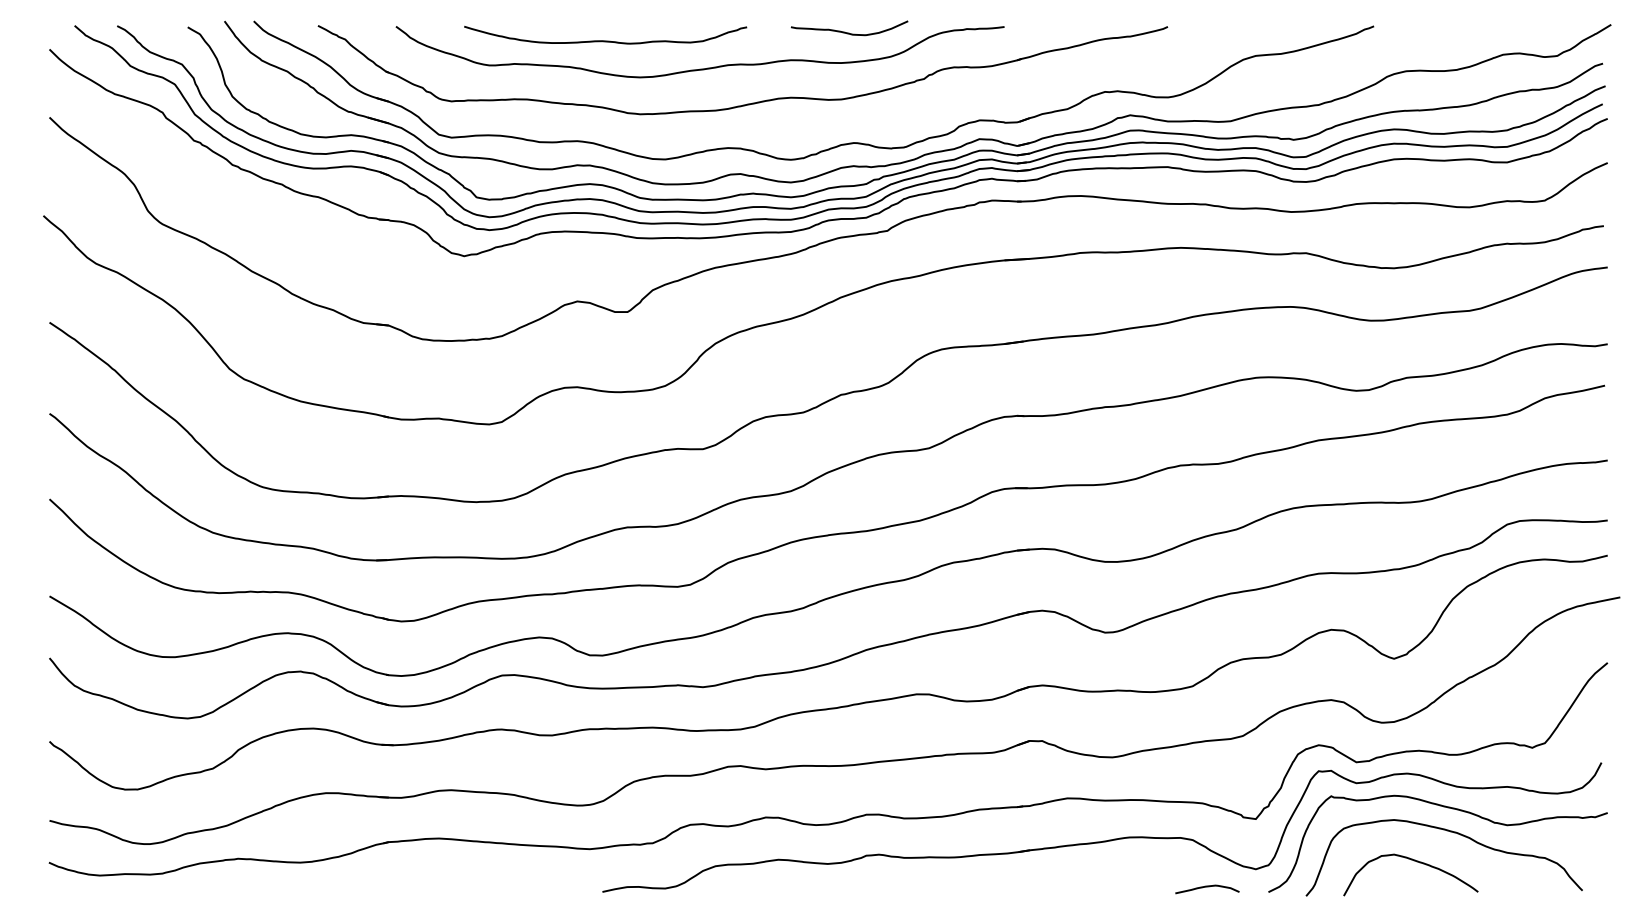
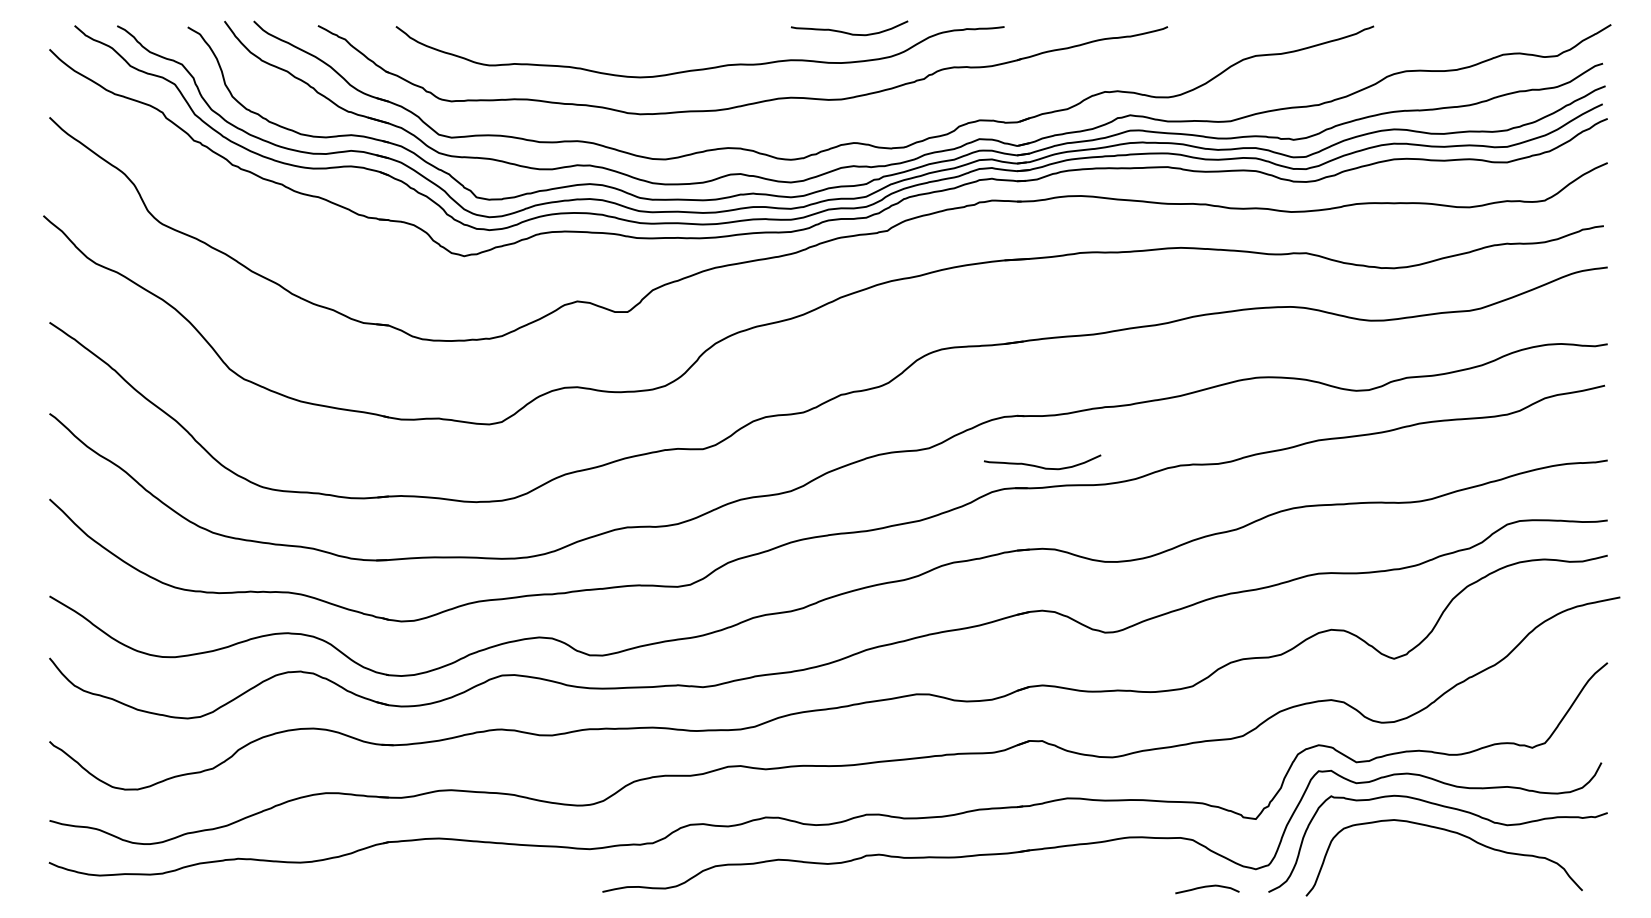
curve at (605, 40): present -> none
curve at (1042, 466): none -> present
curve at (1416, 862): present -> none
